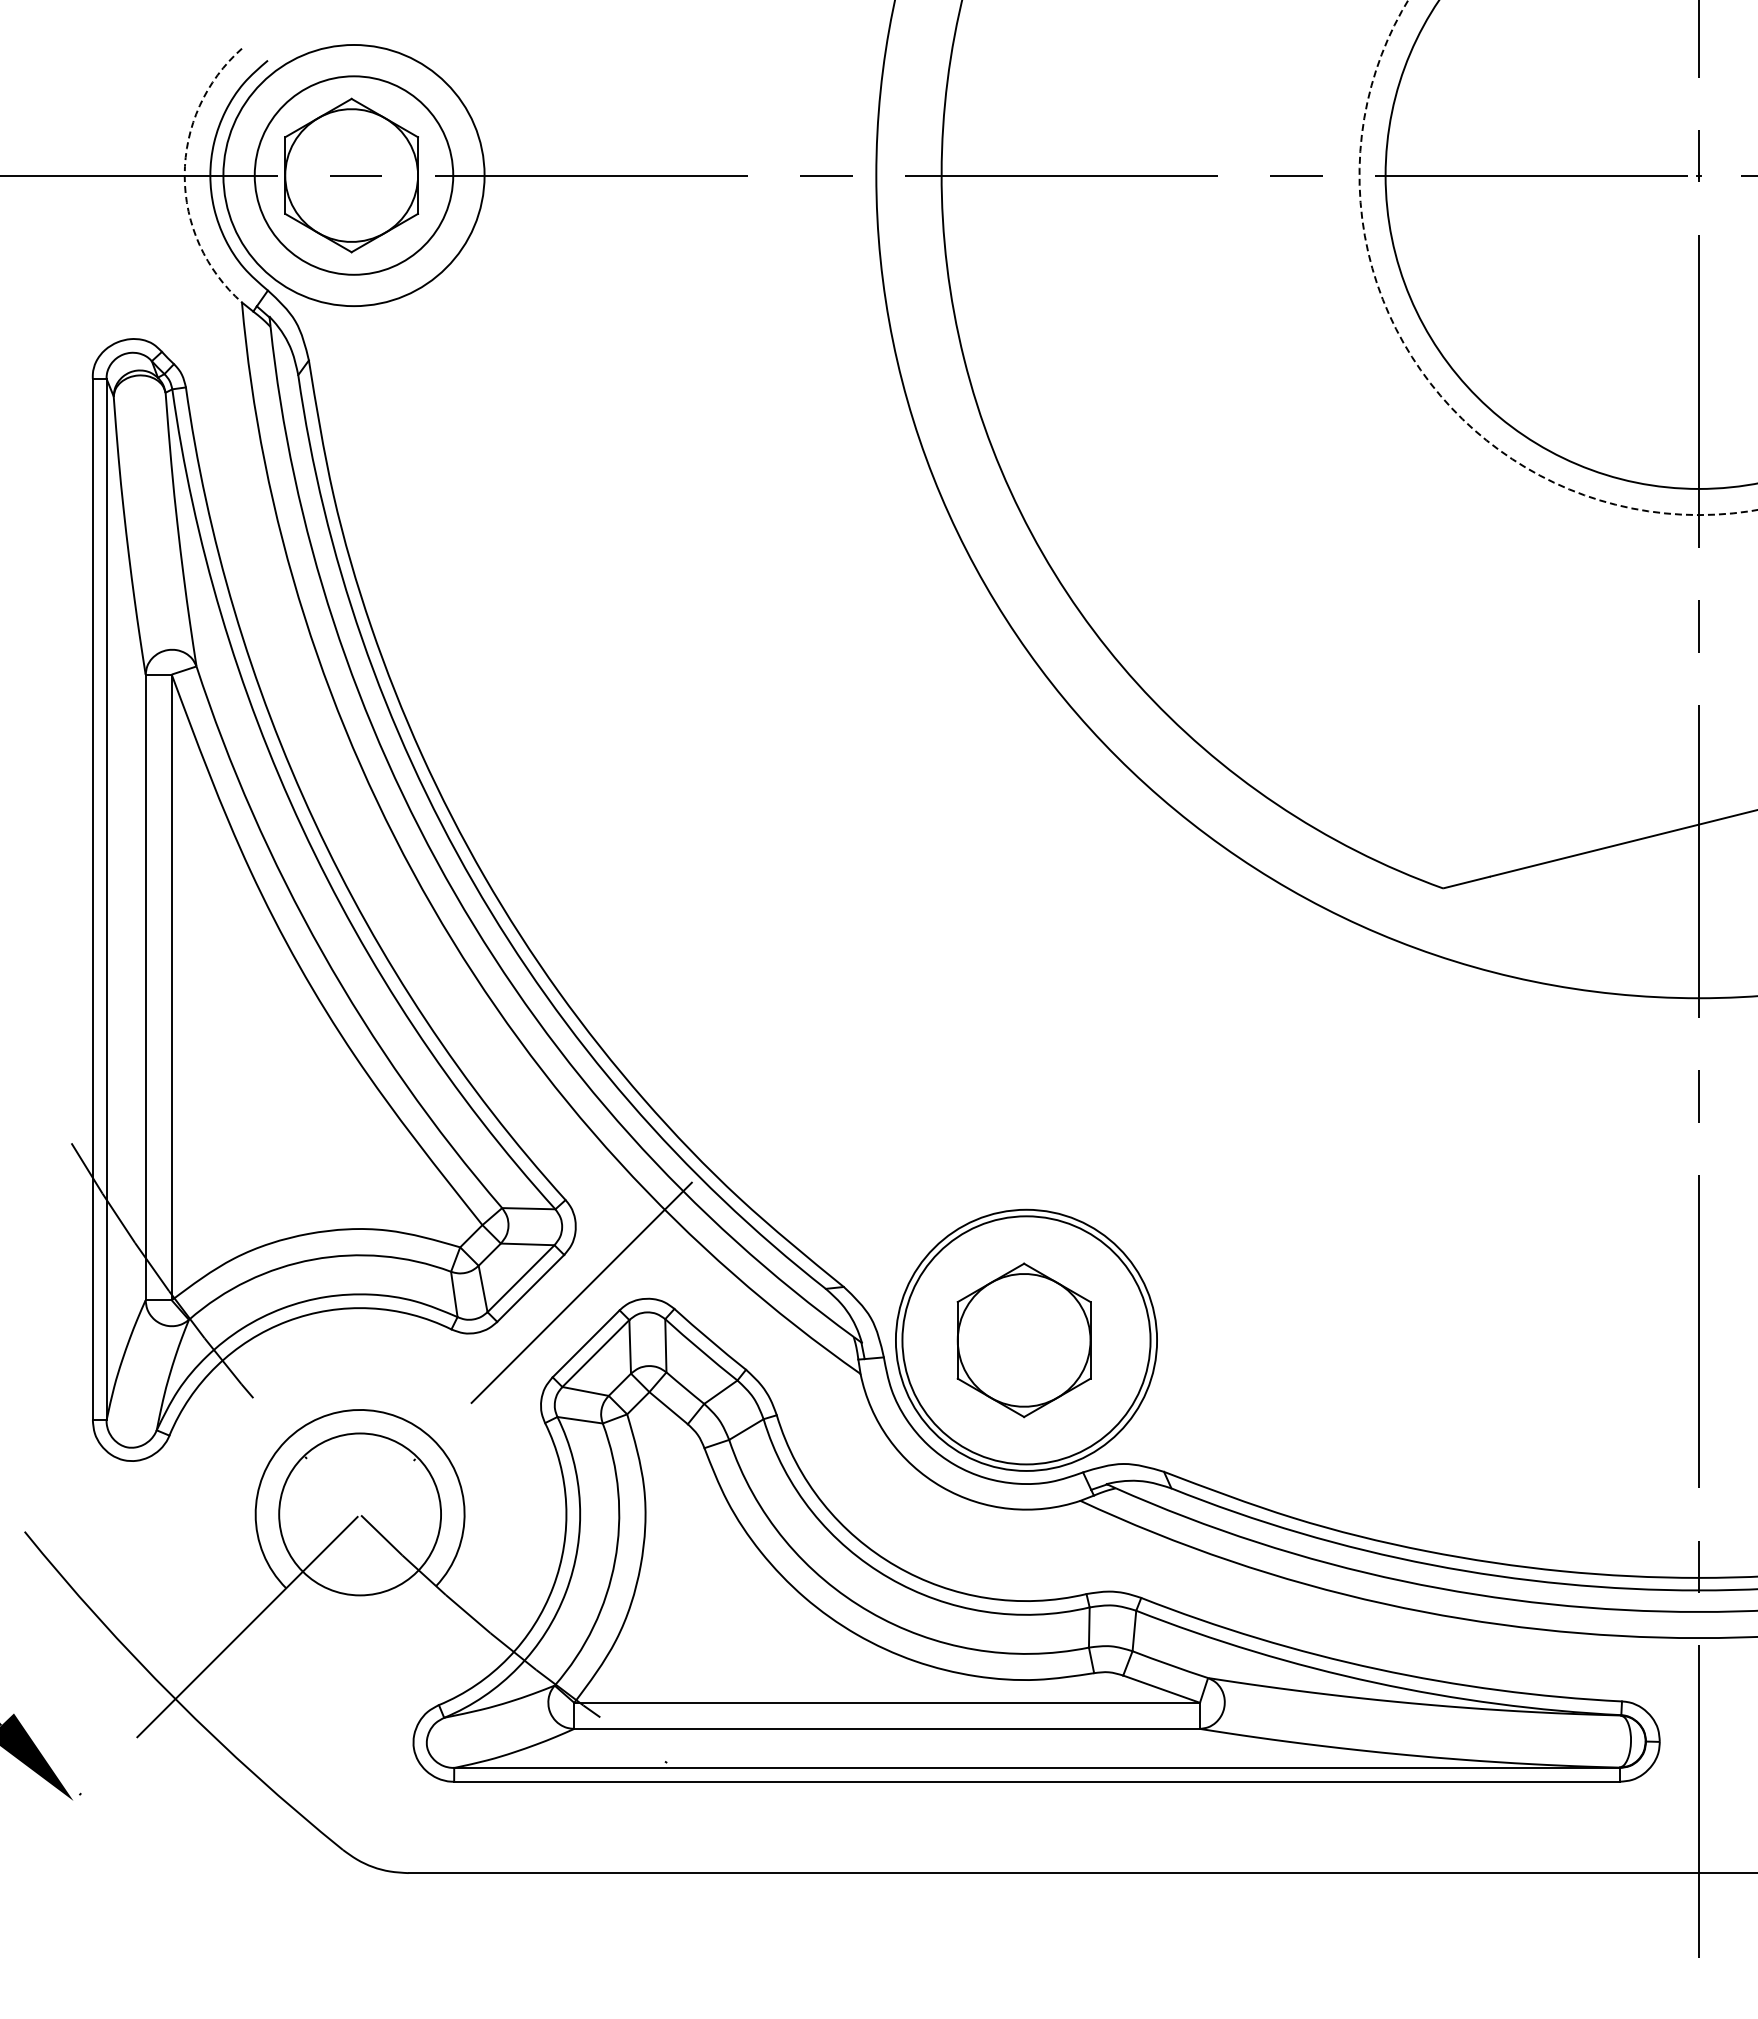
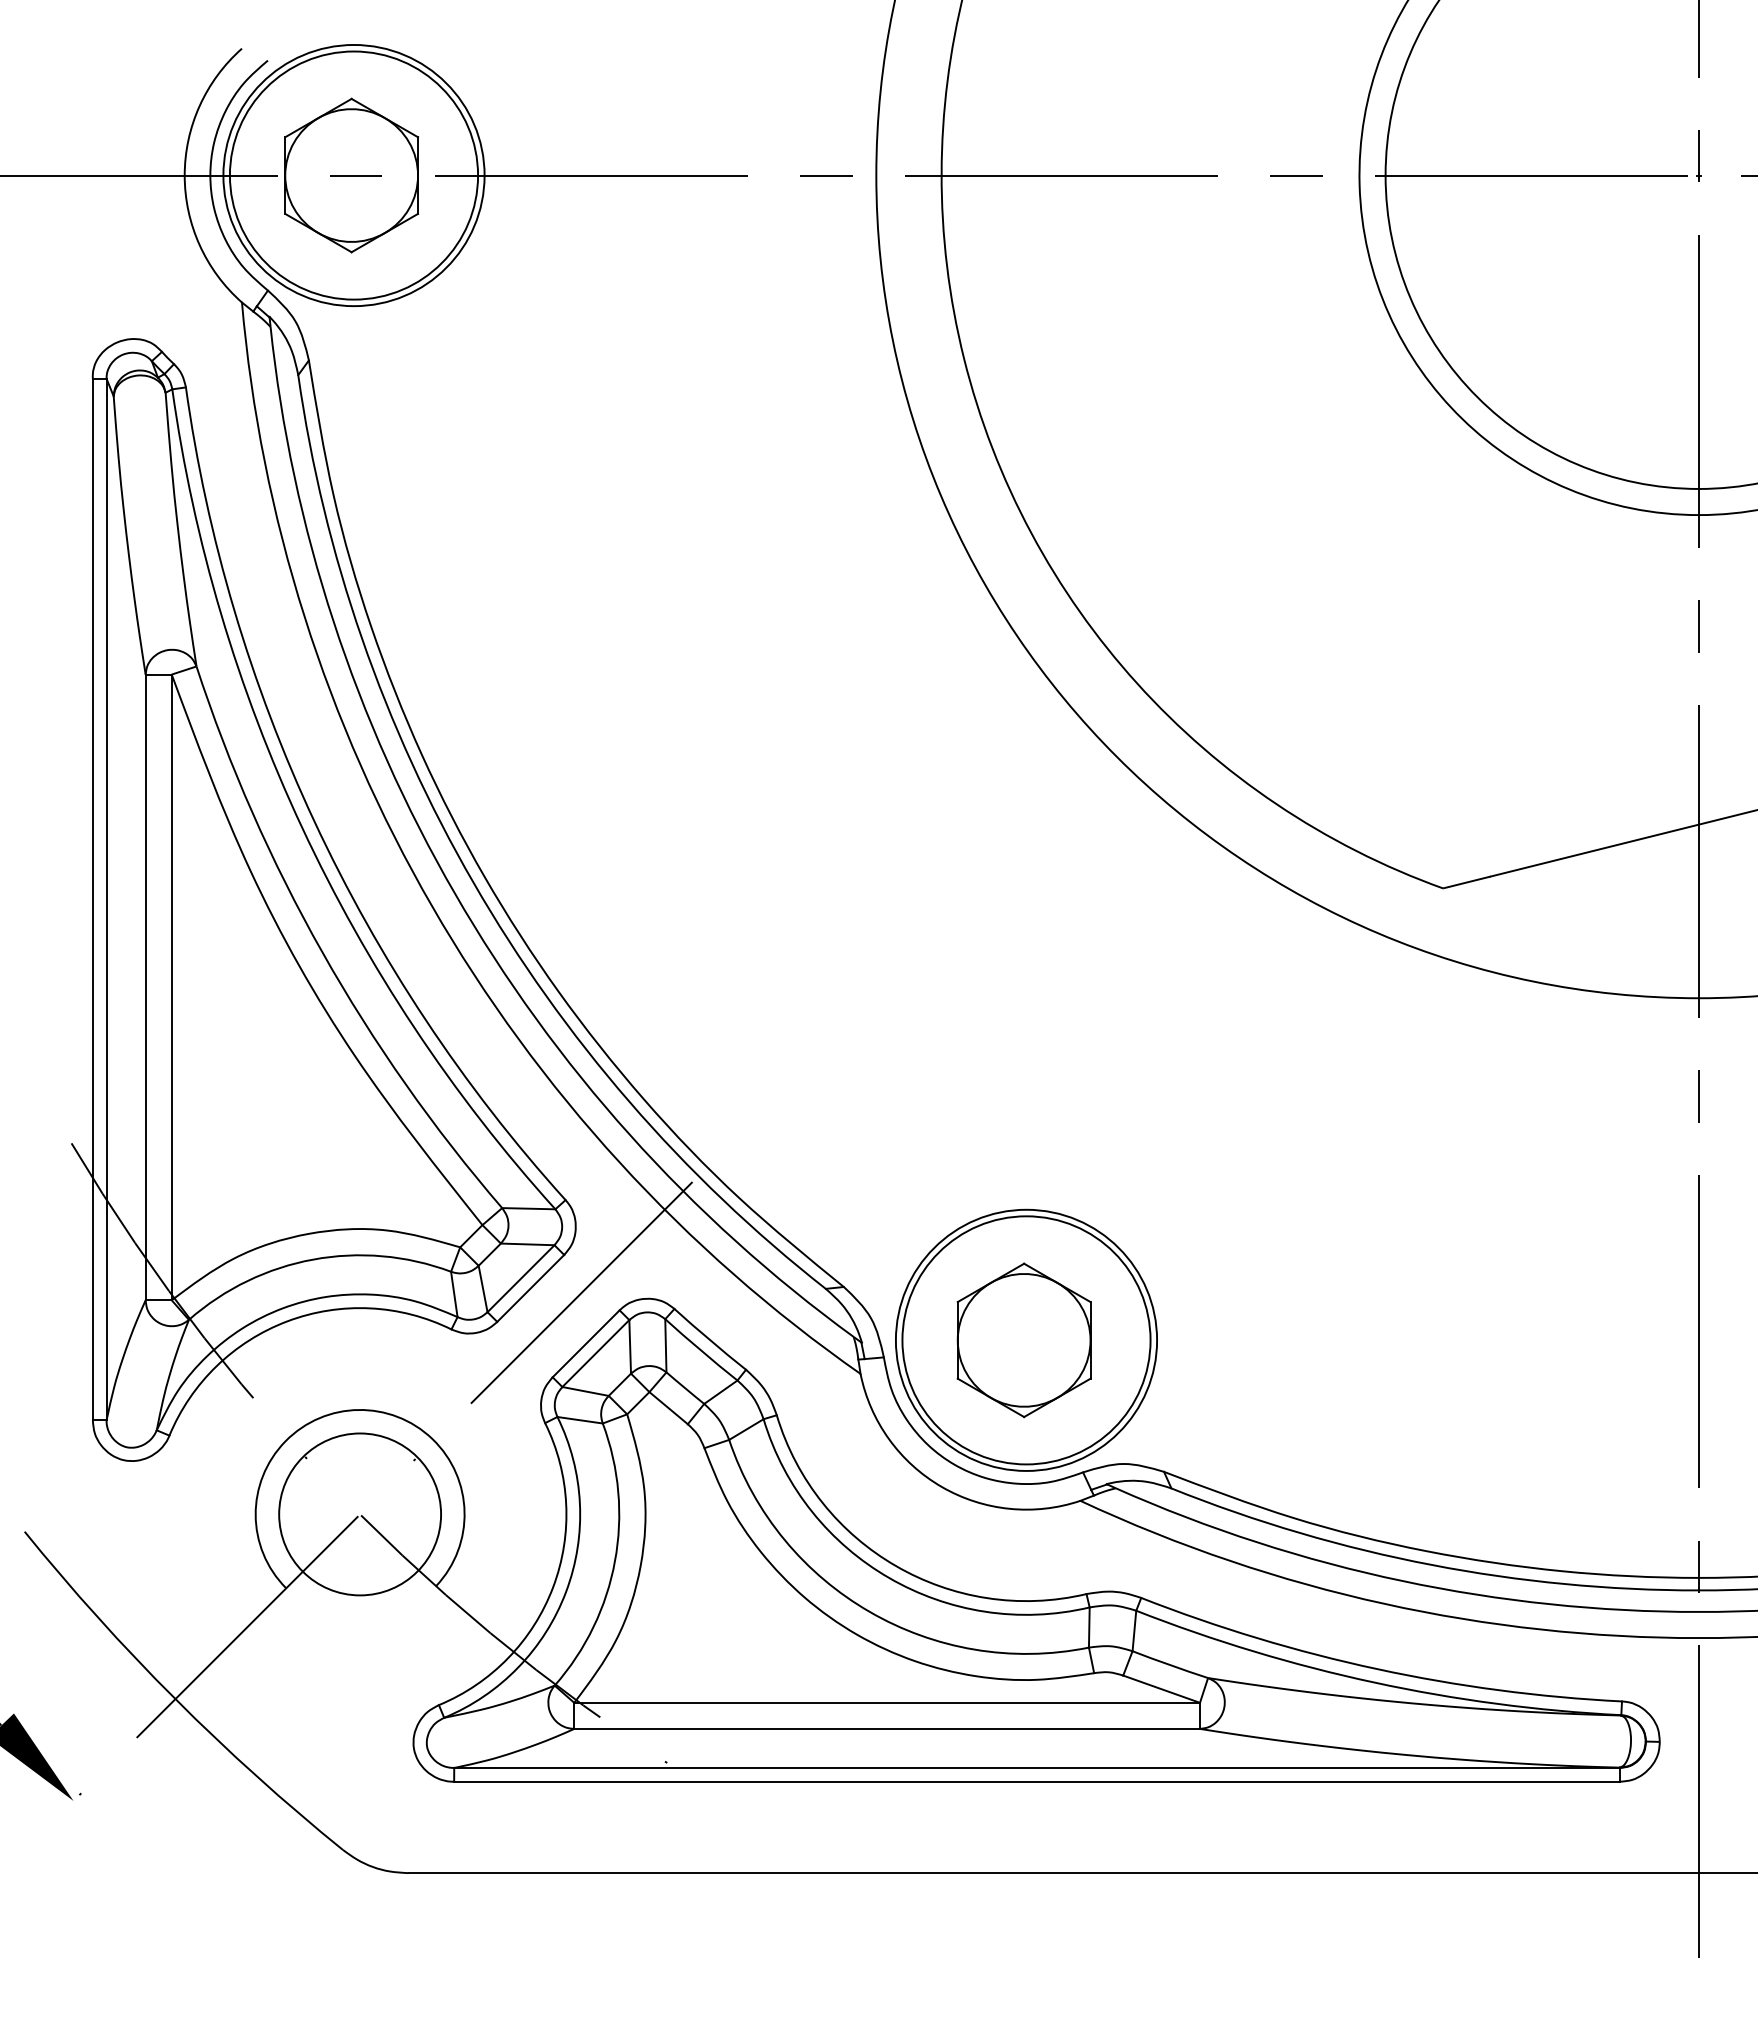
arc at (184, 175): dashed -> solid
circle at (353, 175) diameter: 198 px -> 248 px
arc at (1419, 368): dashed -> solid
